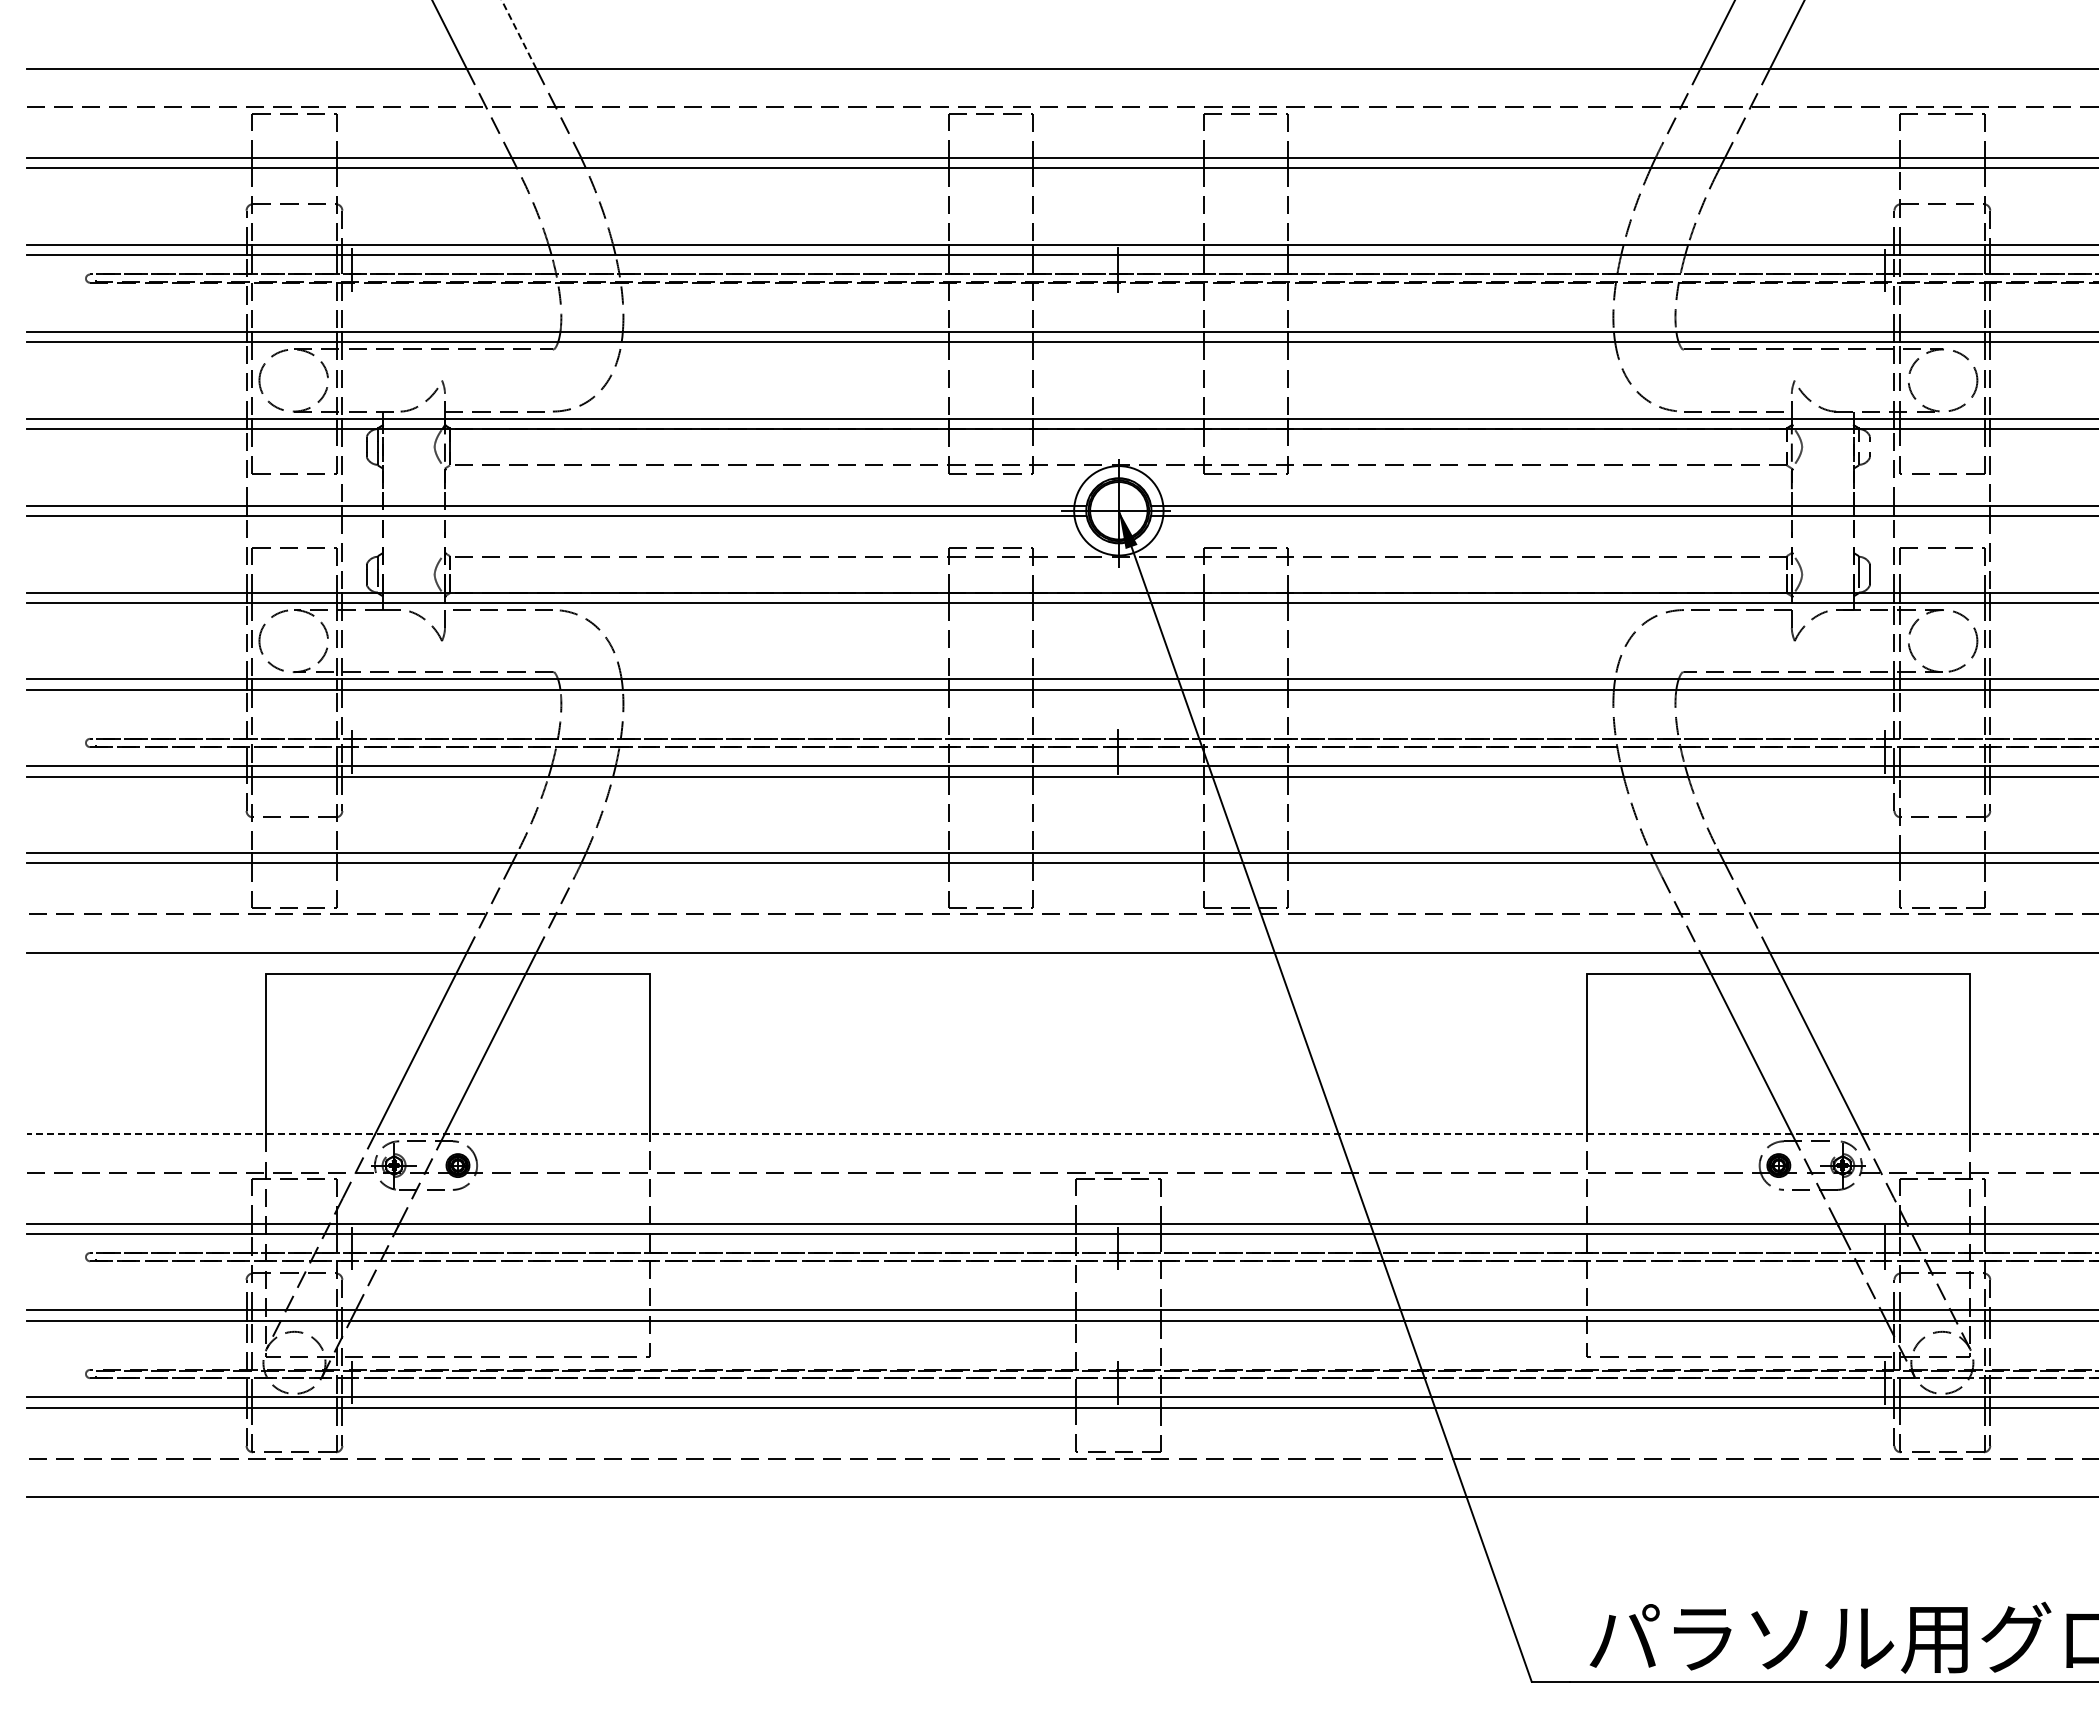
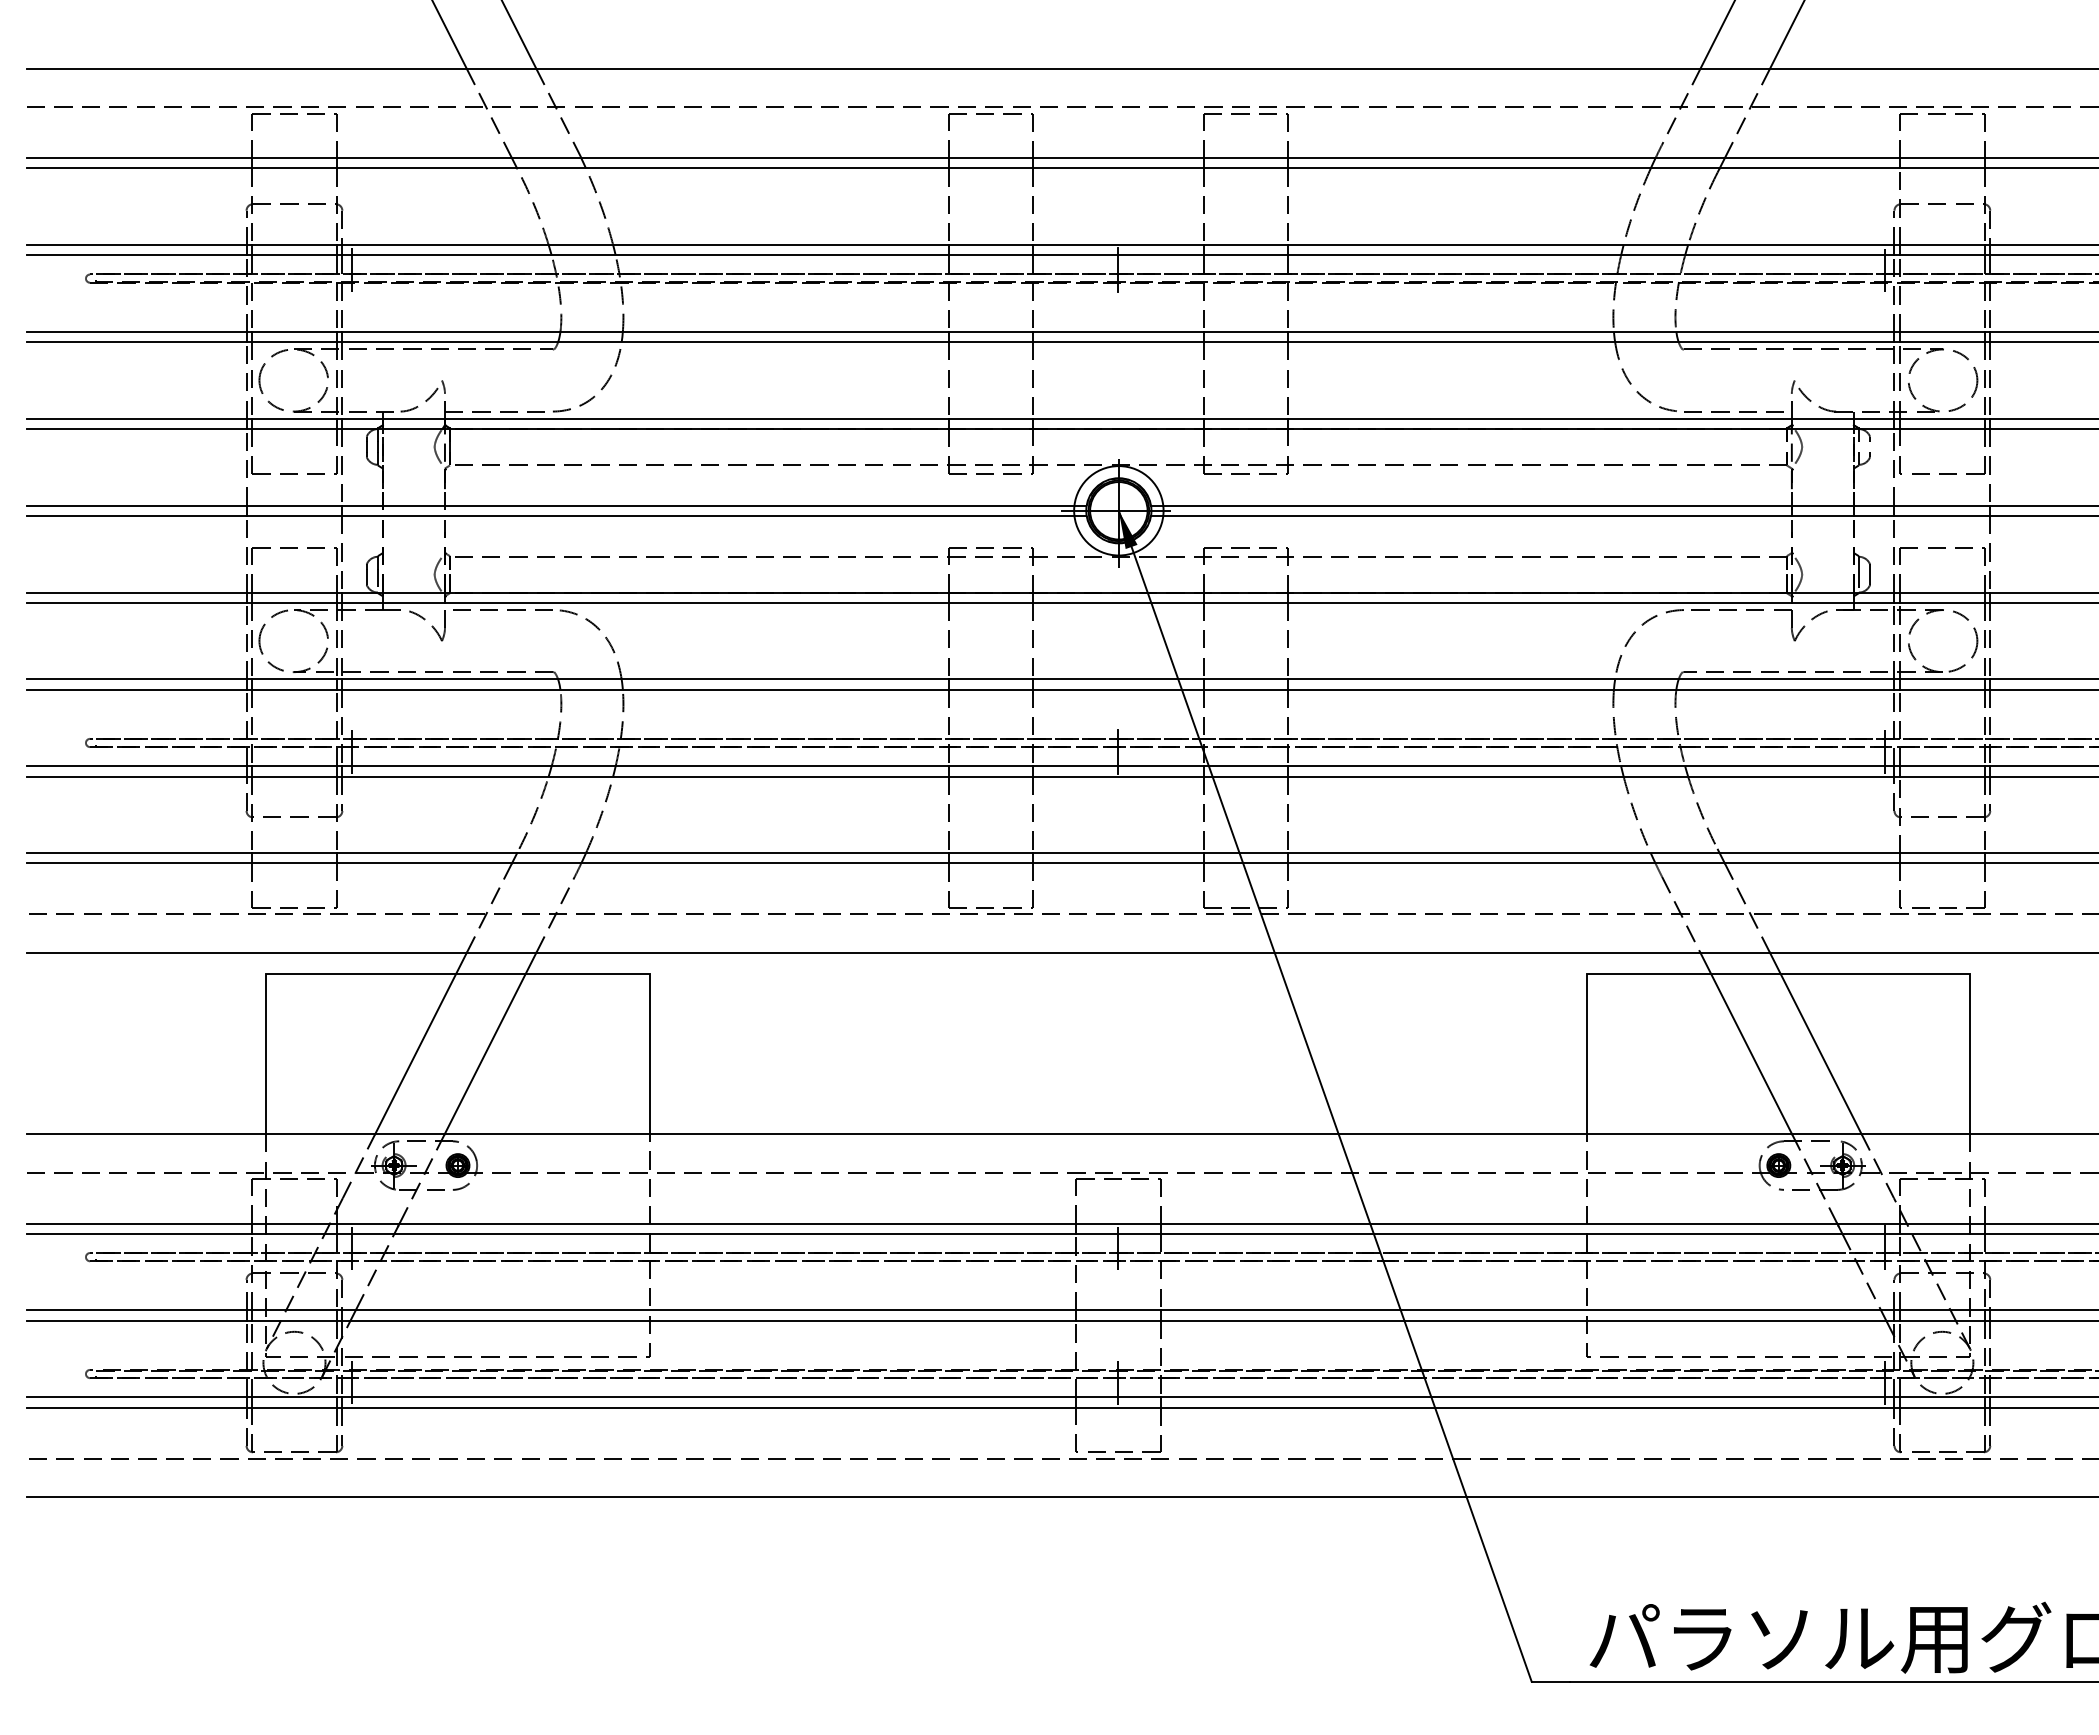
line at (518, 34): dashed -> solid
line at (1062, 1134): dashed -> solid
